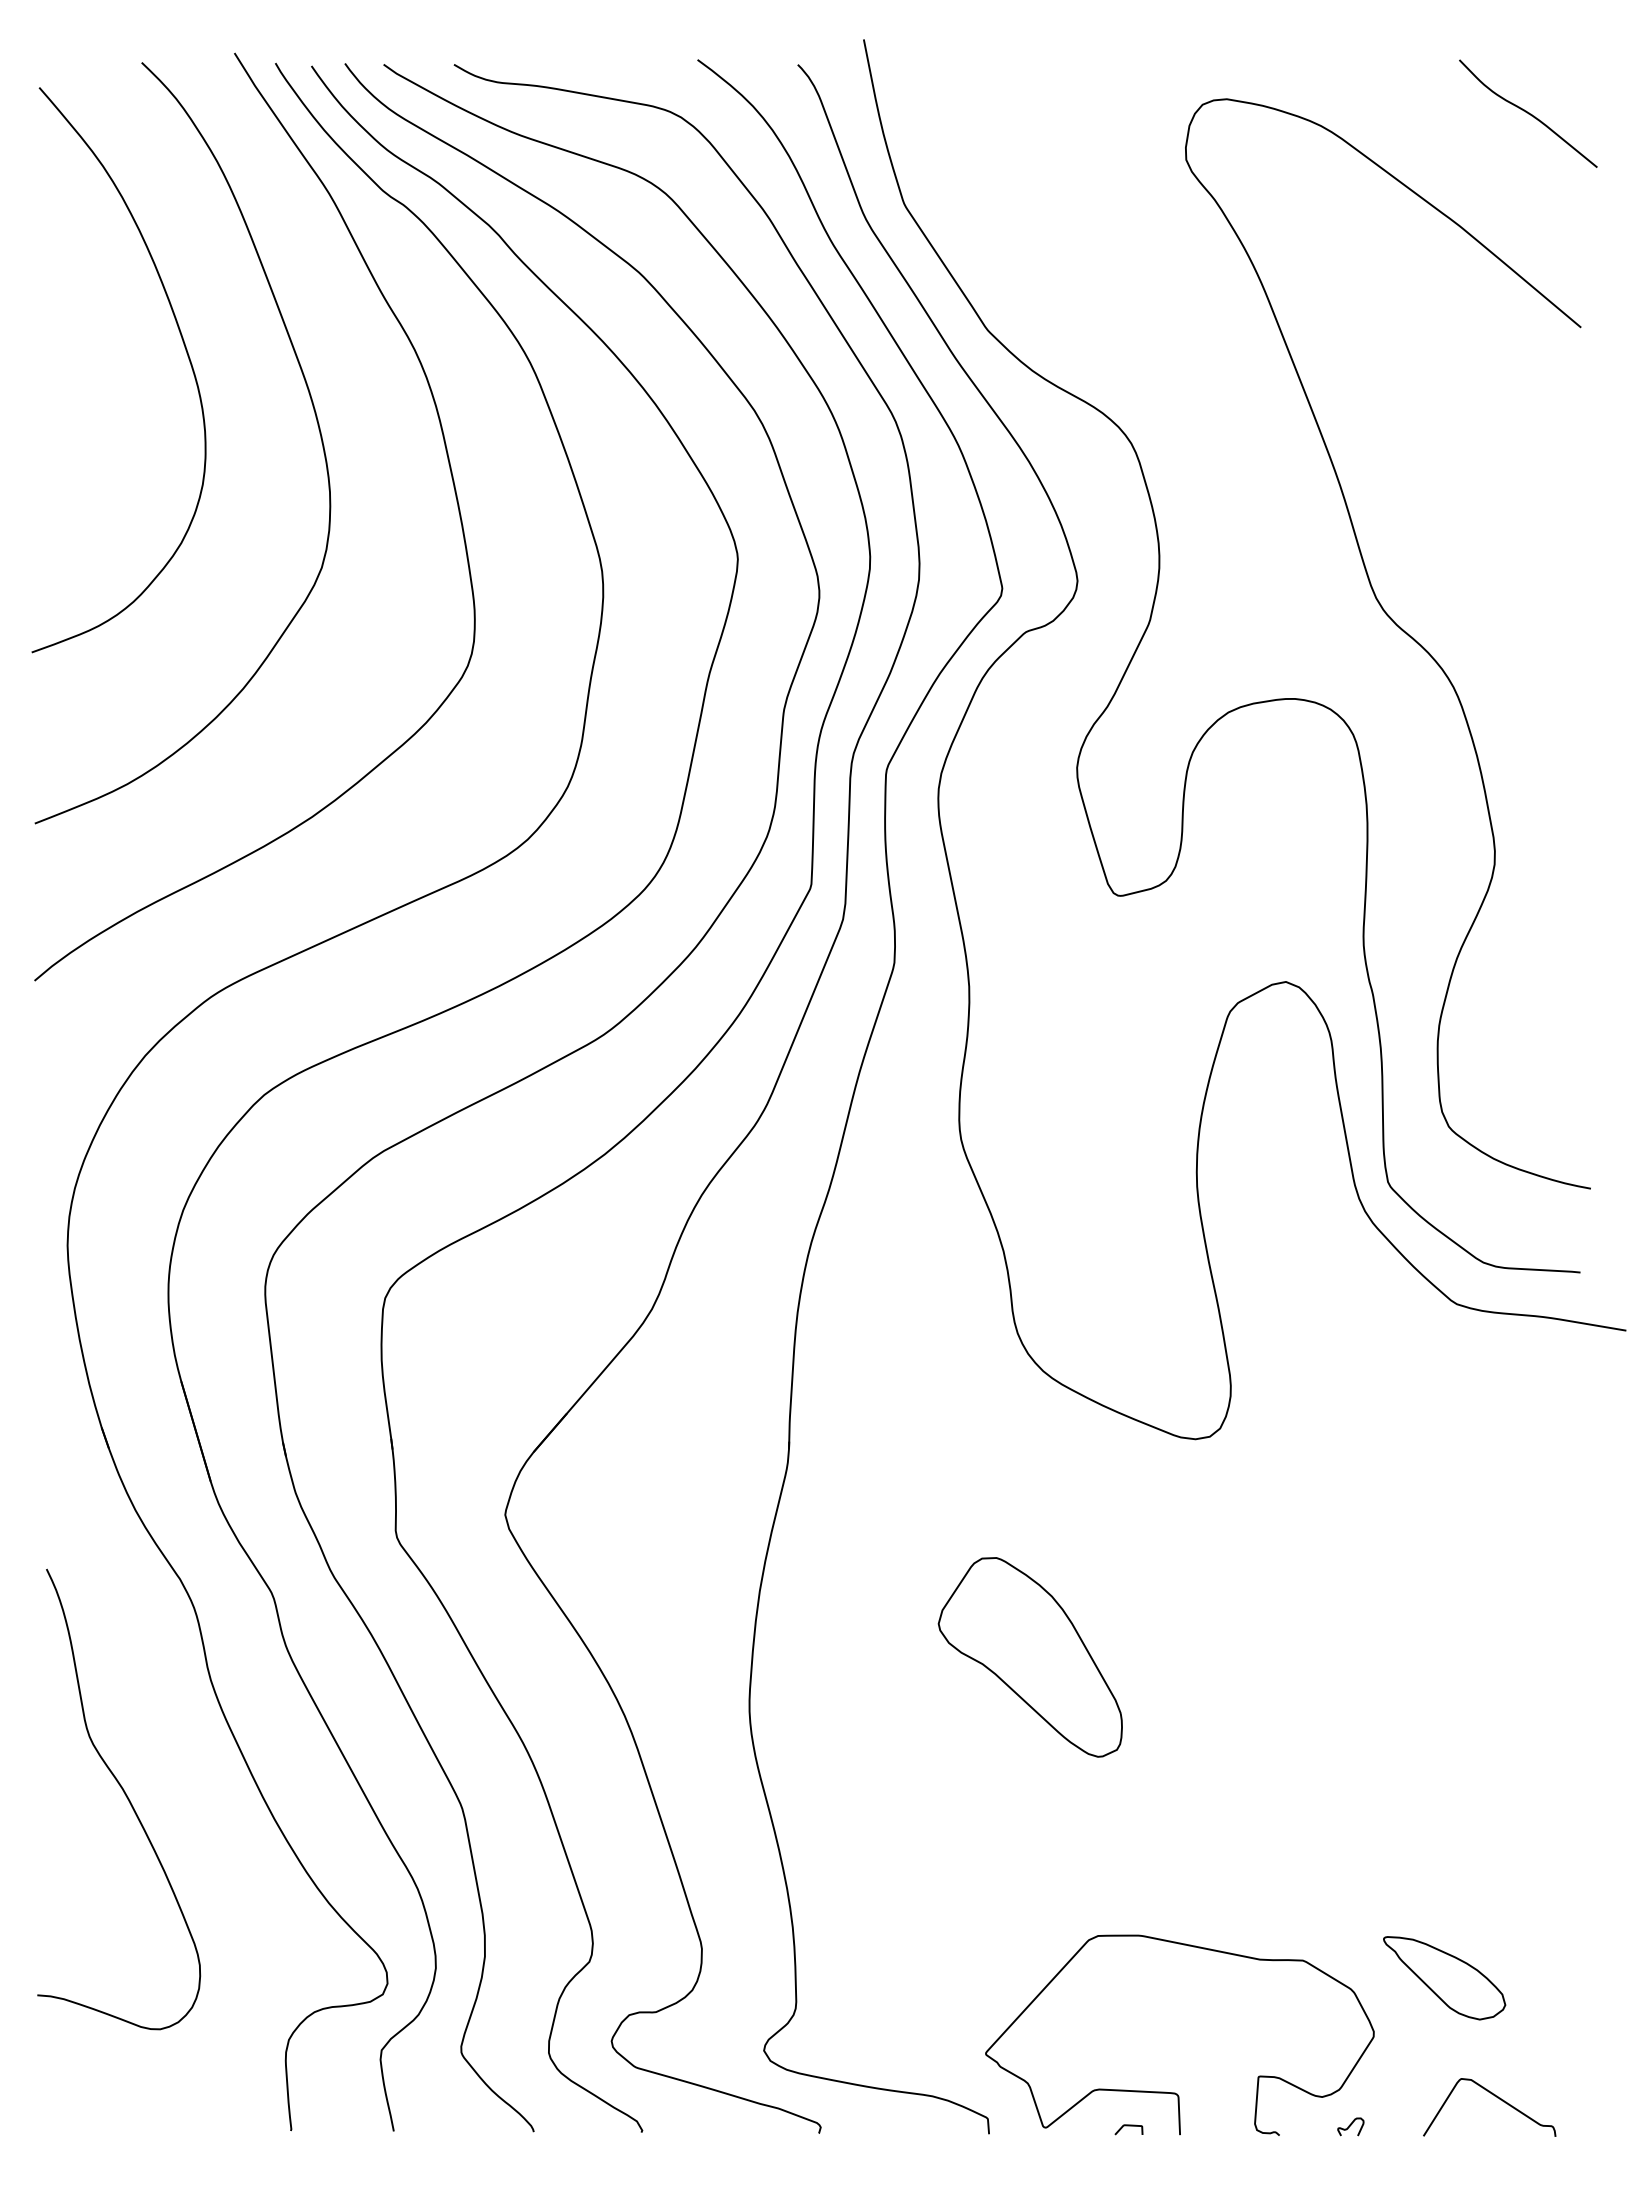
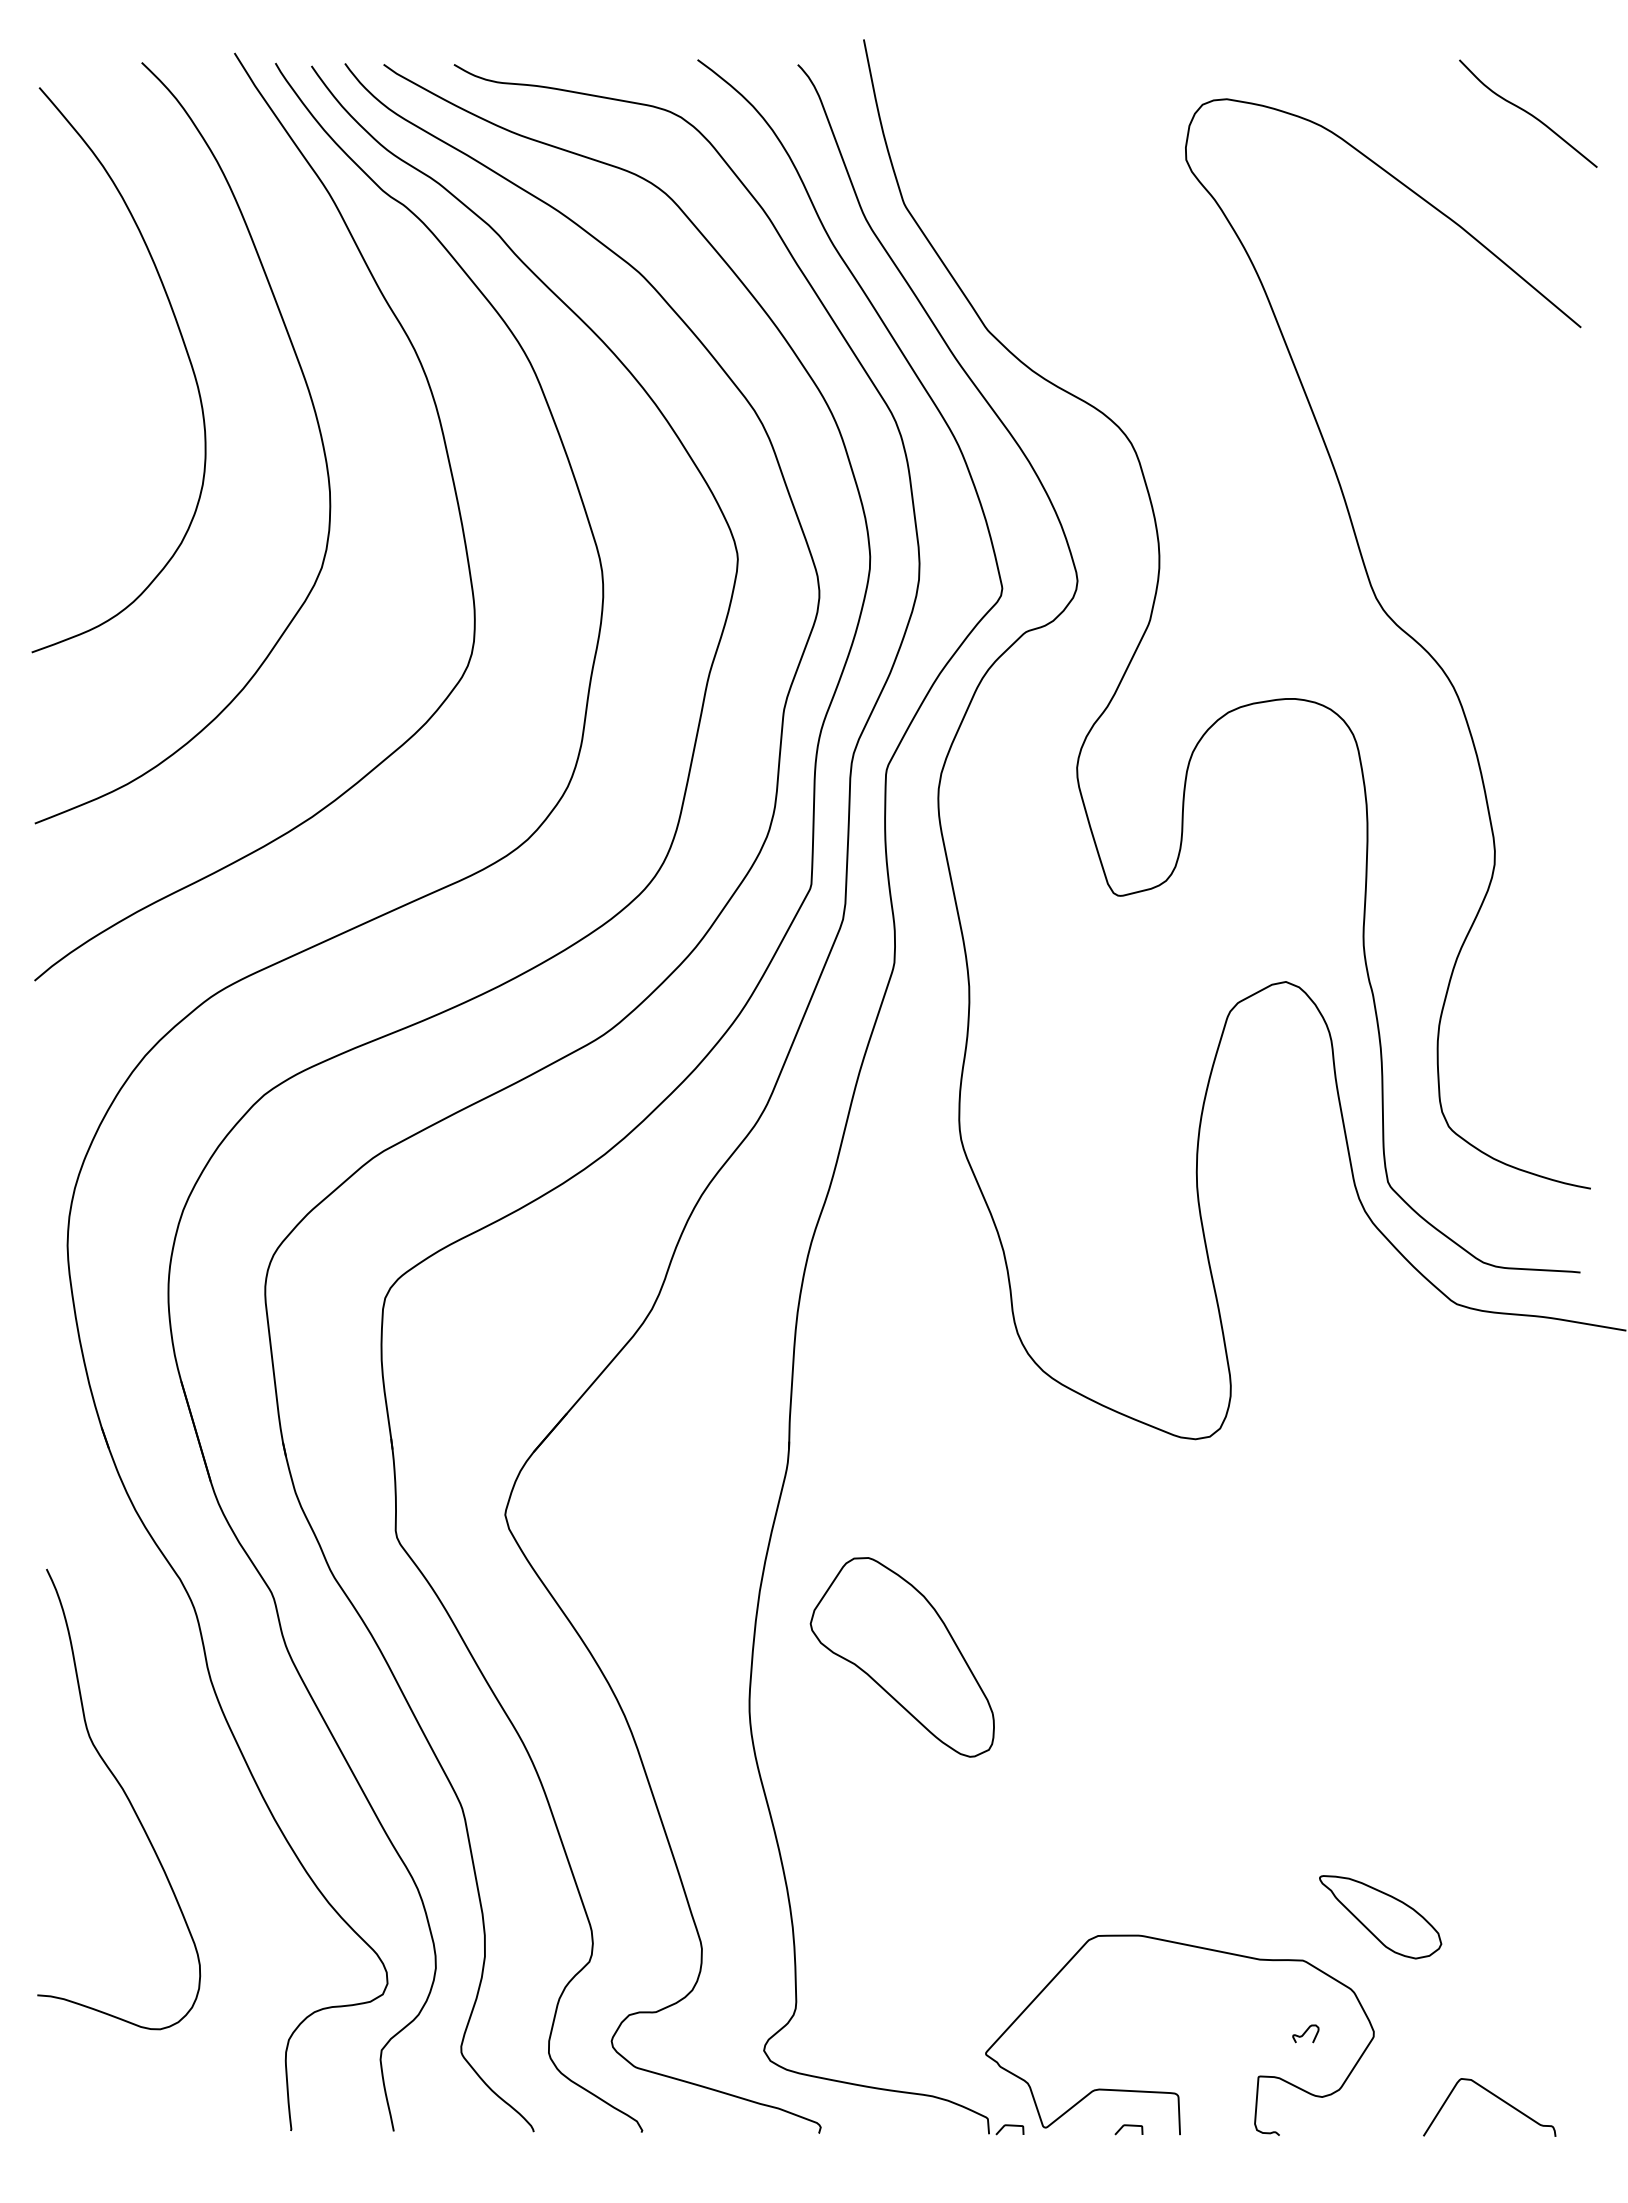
part at (1029, 1657) position: (1029, 1657) -> (901, 1657)
part at (1444, 1978) position: (1444, 1978) -> (1380, 1917)
curve at (1009, 2126): none -> present
curve at (1350, 2126) position: (1350, 2126) -> (1305, 2033)
